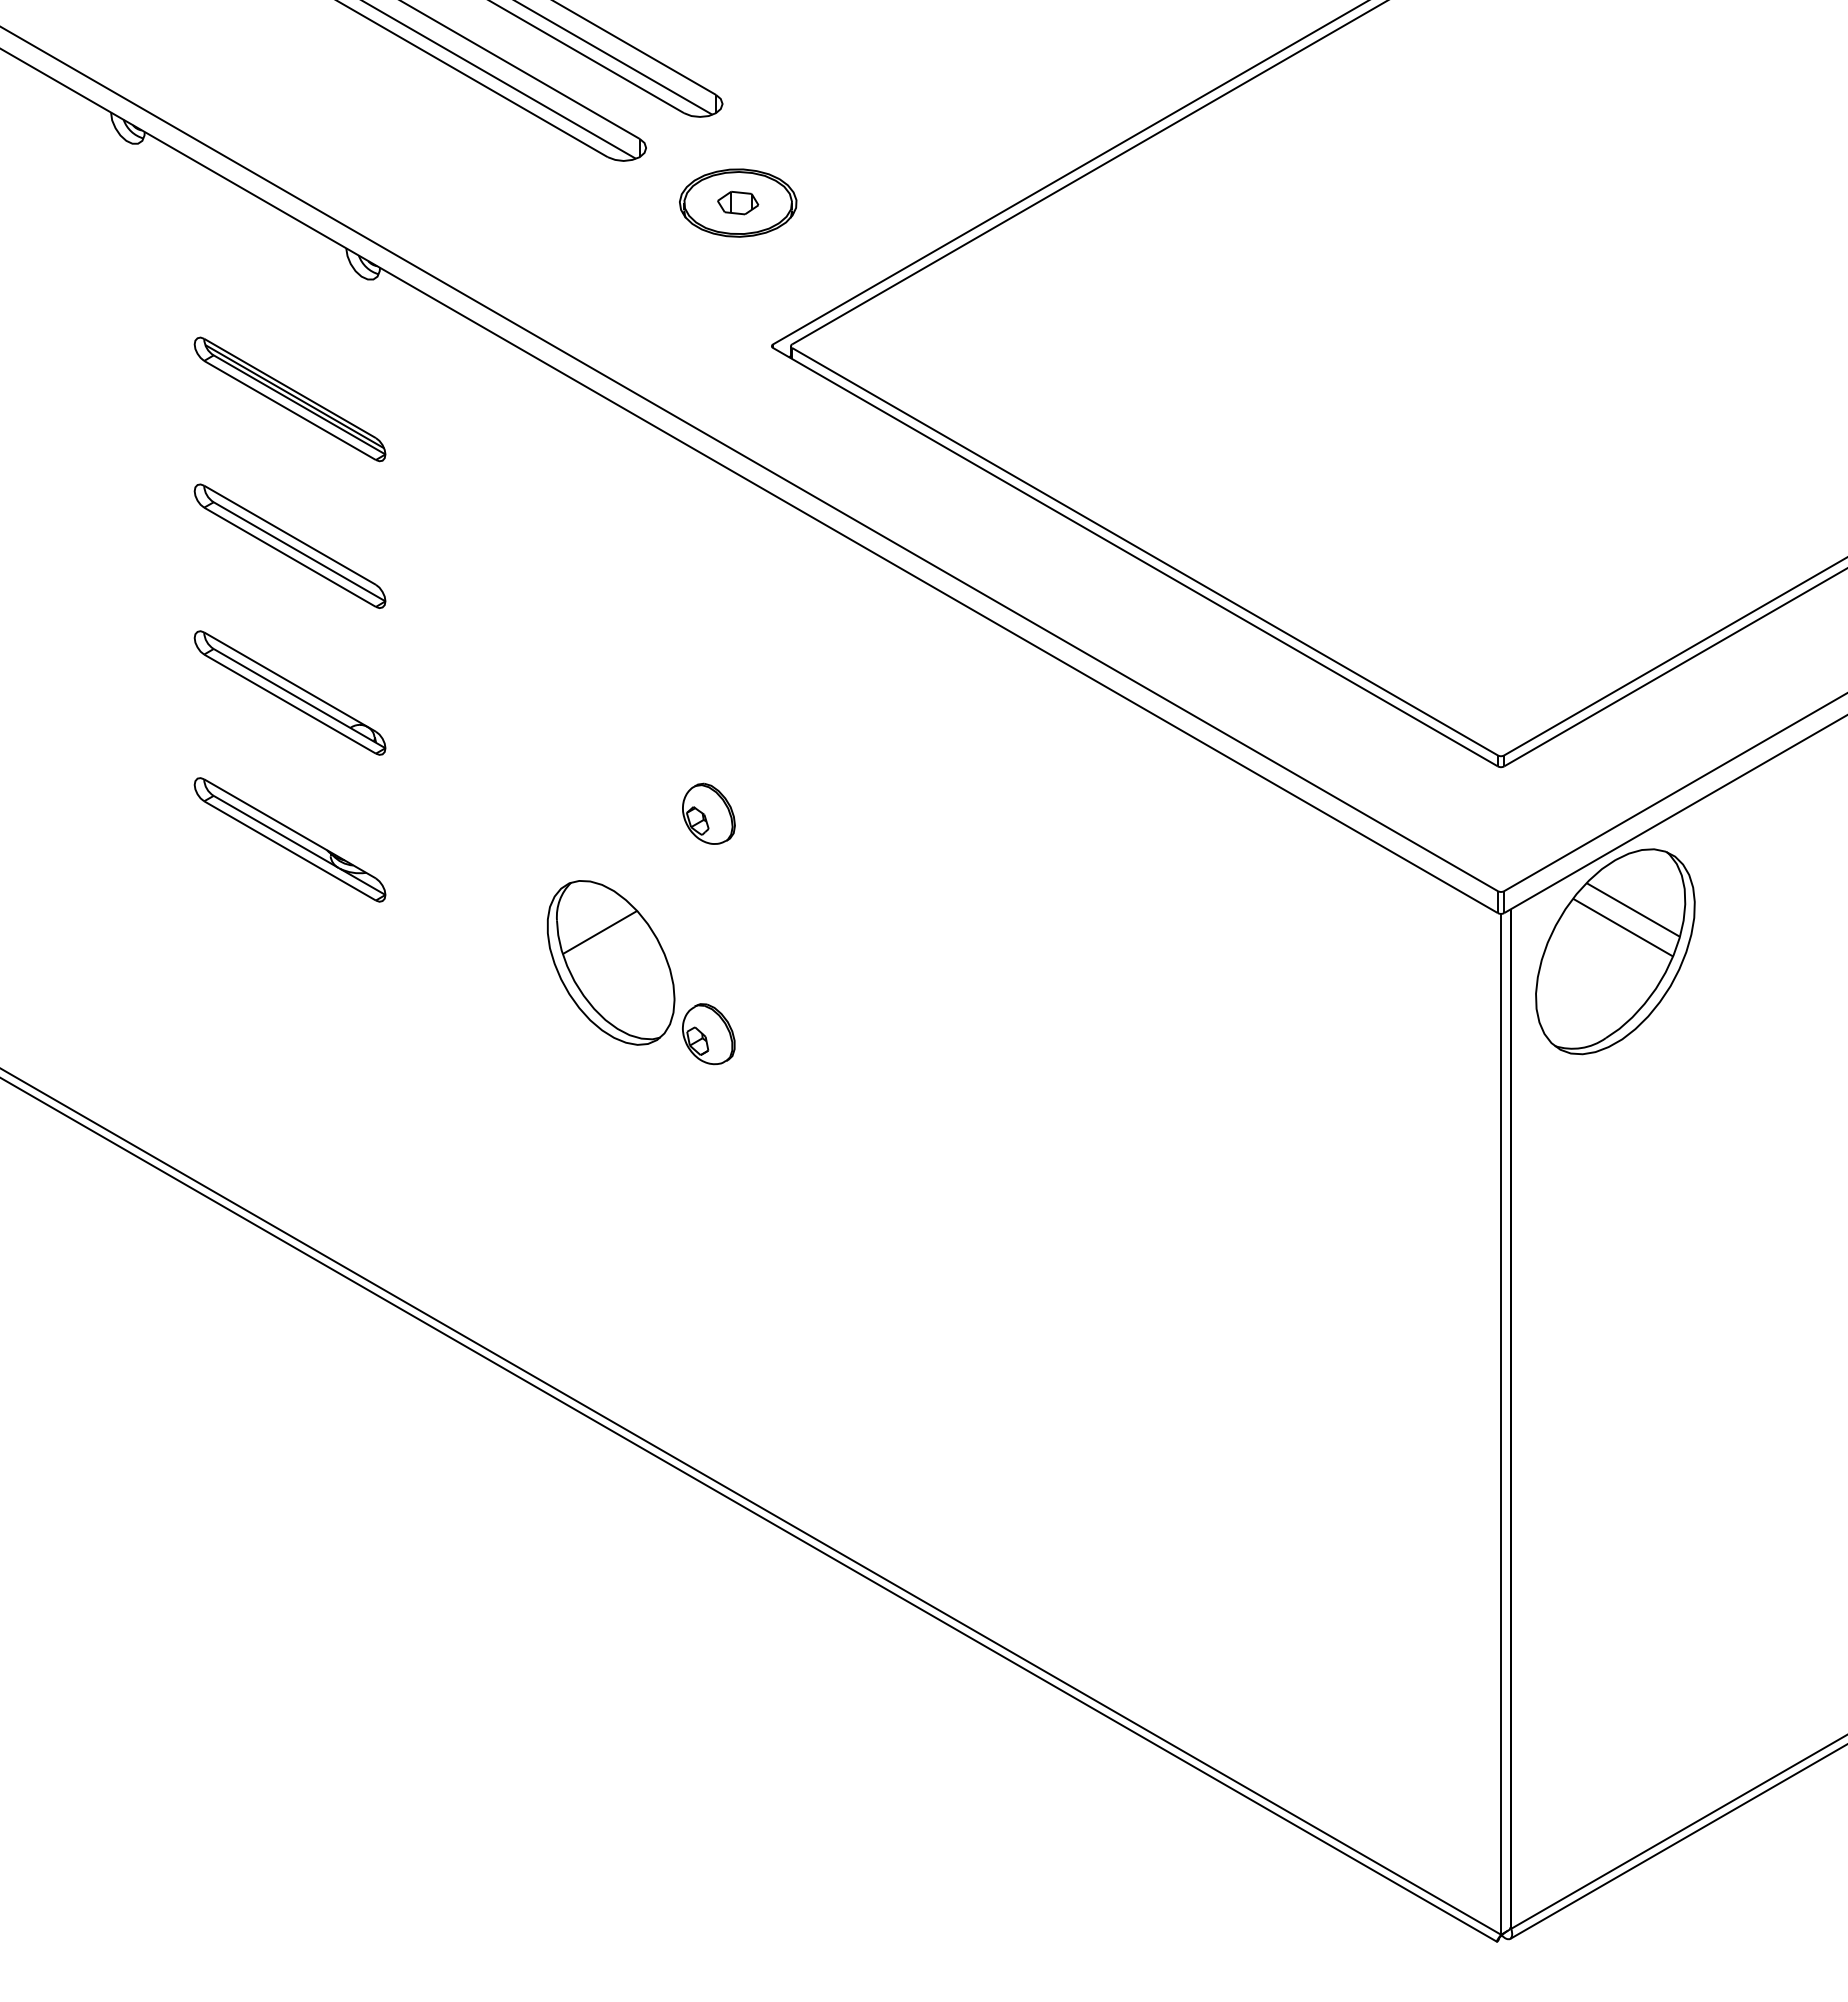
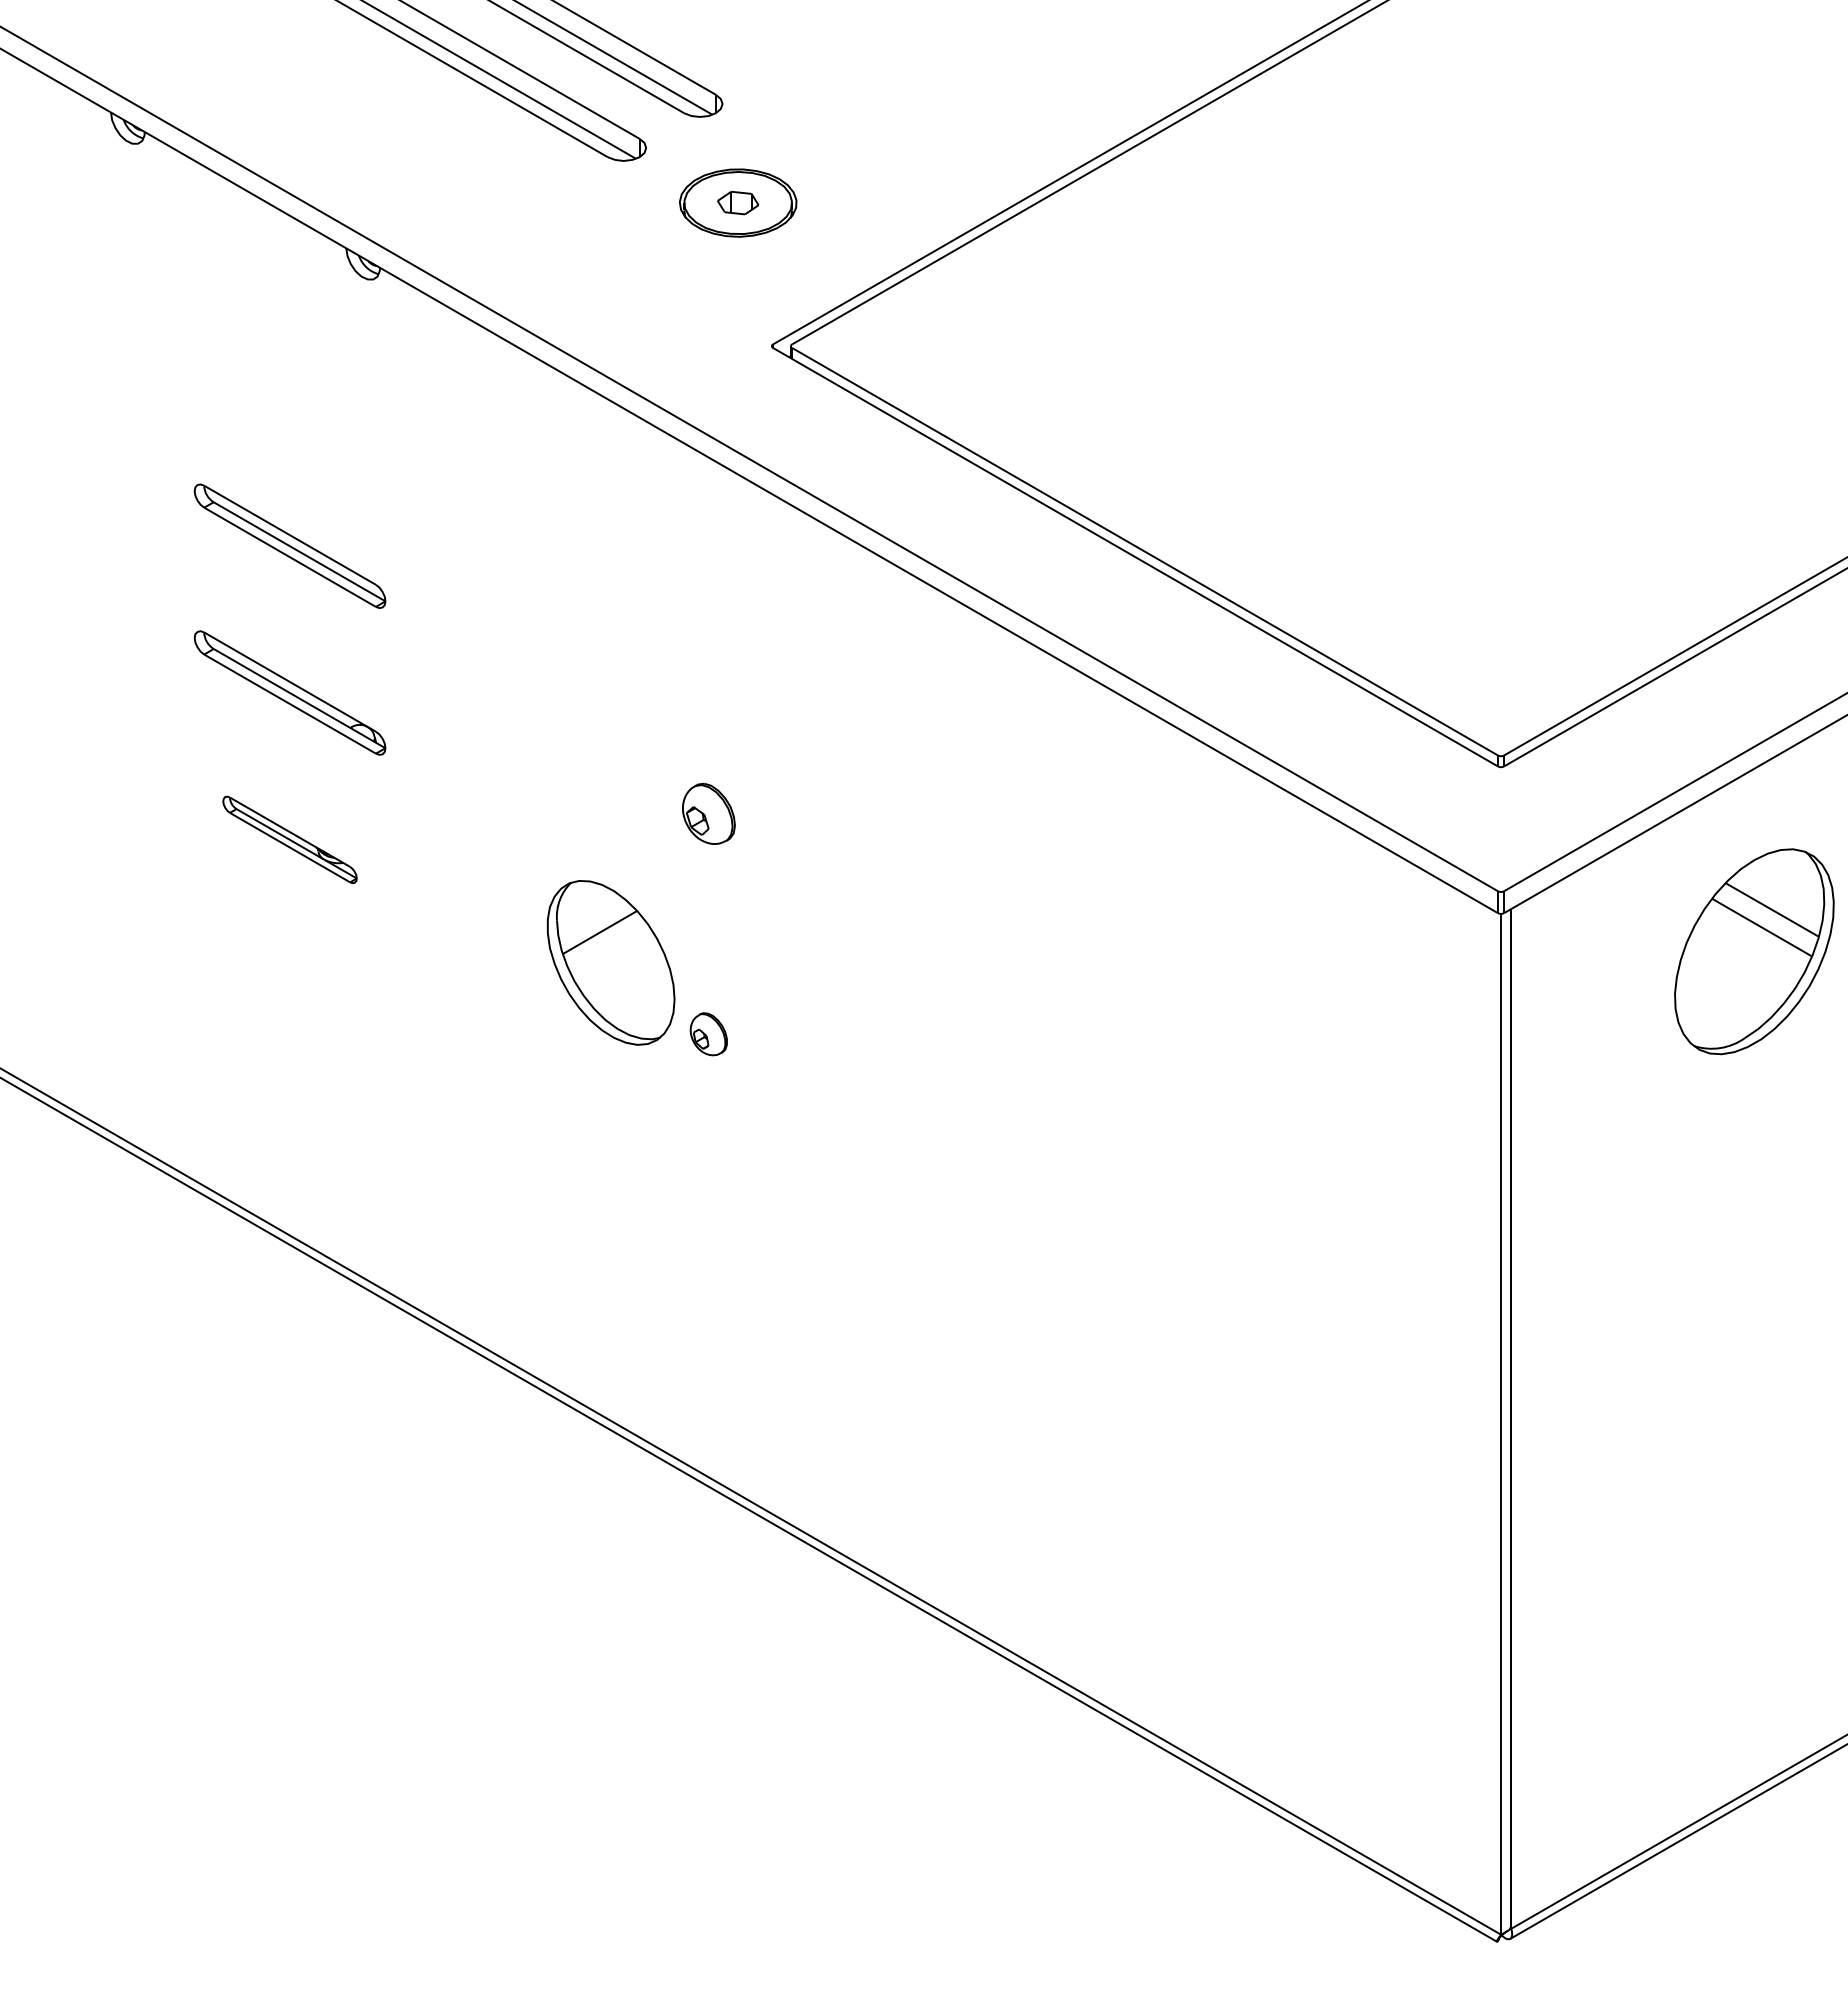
part at (289, 399): present -> none
part at (289, 839) size: 194x126 px -> 136x90 px
part at (1615, 951) position: (1615, 951) -> (1754, 951)
part at (708, 1034) size: 54x63 px -> 39x45 px
